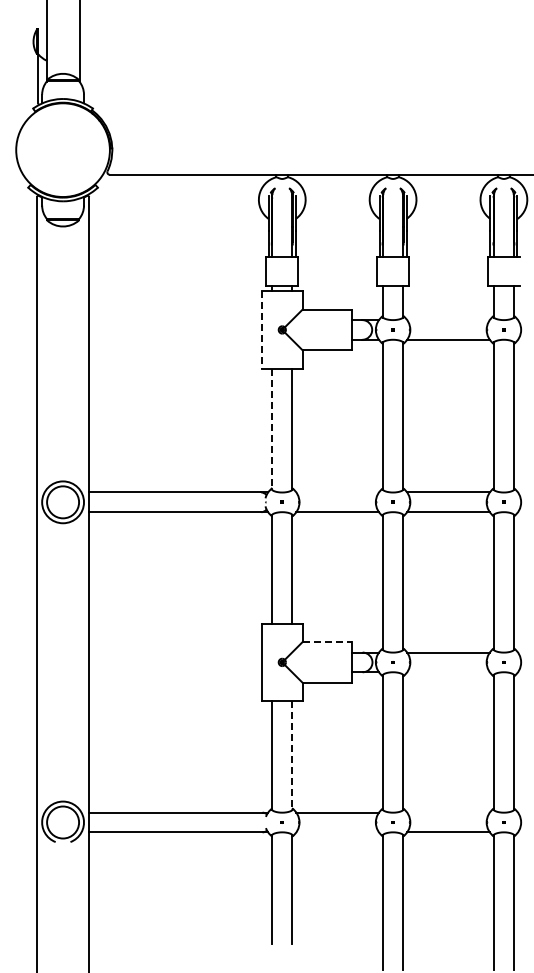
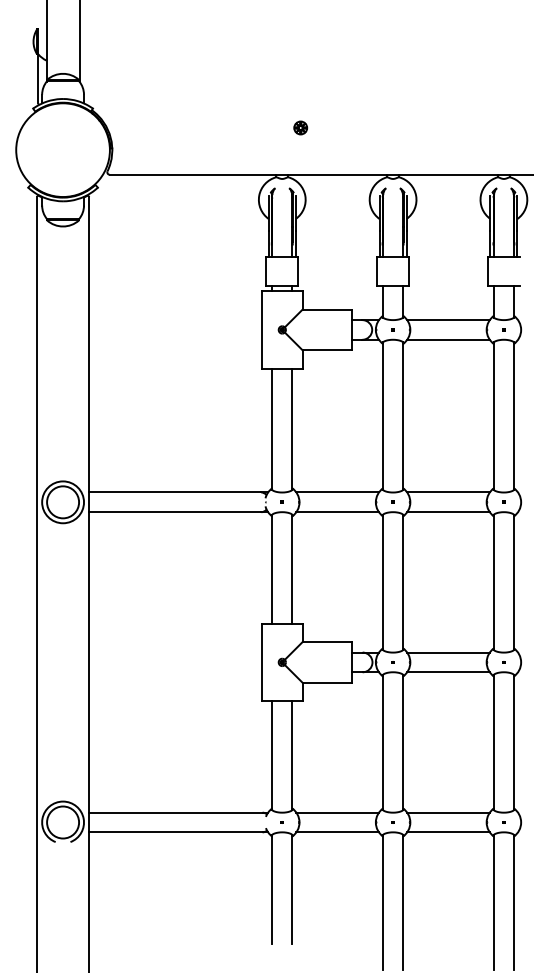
part at (300, 127): none -> present
line at (448, 320): none -> present
line at (261, 329): dashed -> solid
line at (272, 429): dashed -> solid
line at (337, 492): none -> present
line at (327, 642): dashed -> solid
line at (448, 672): none -> present
line at (292, 755): dashed -> solid
line at (448, 812): none -> present
line at (337, 832): none -> present
